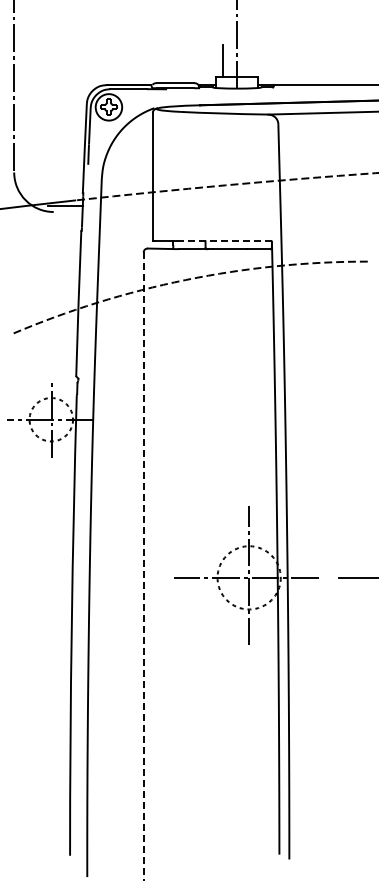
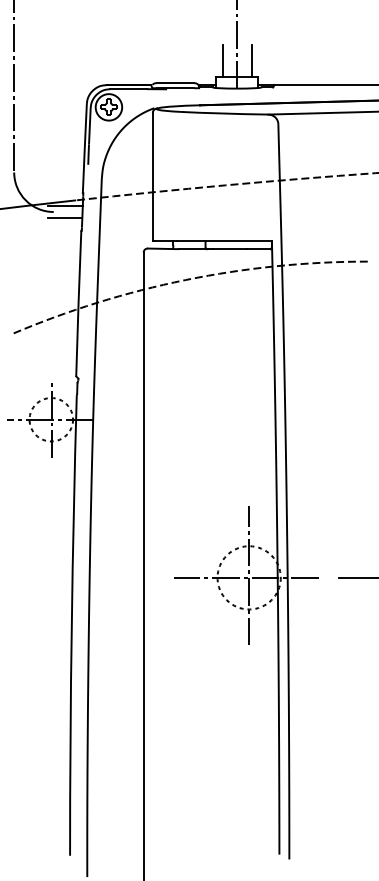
line at (251, 61): none -> present
line at (64, 218): none -> present
line at (224, 241): dashed -> solid
line at (143, 566): dashed -> solid
